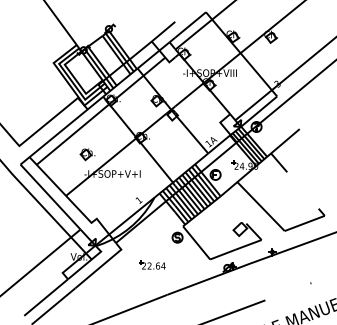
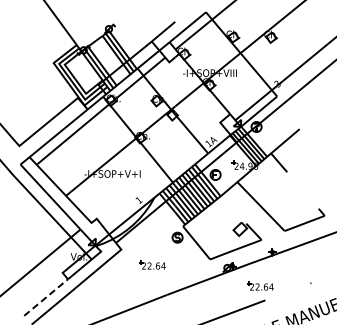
part at (87, 154): present -> none
part at (260, 285): none -> present
line at (46, 297): solid -> dashed
